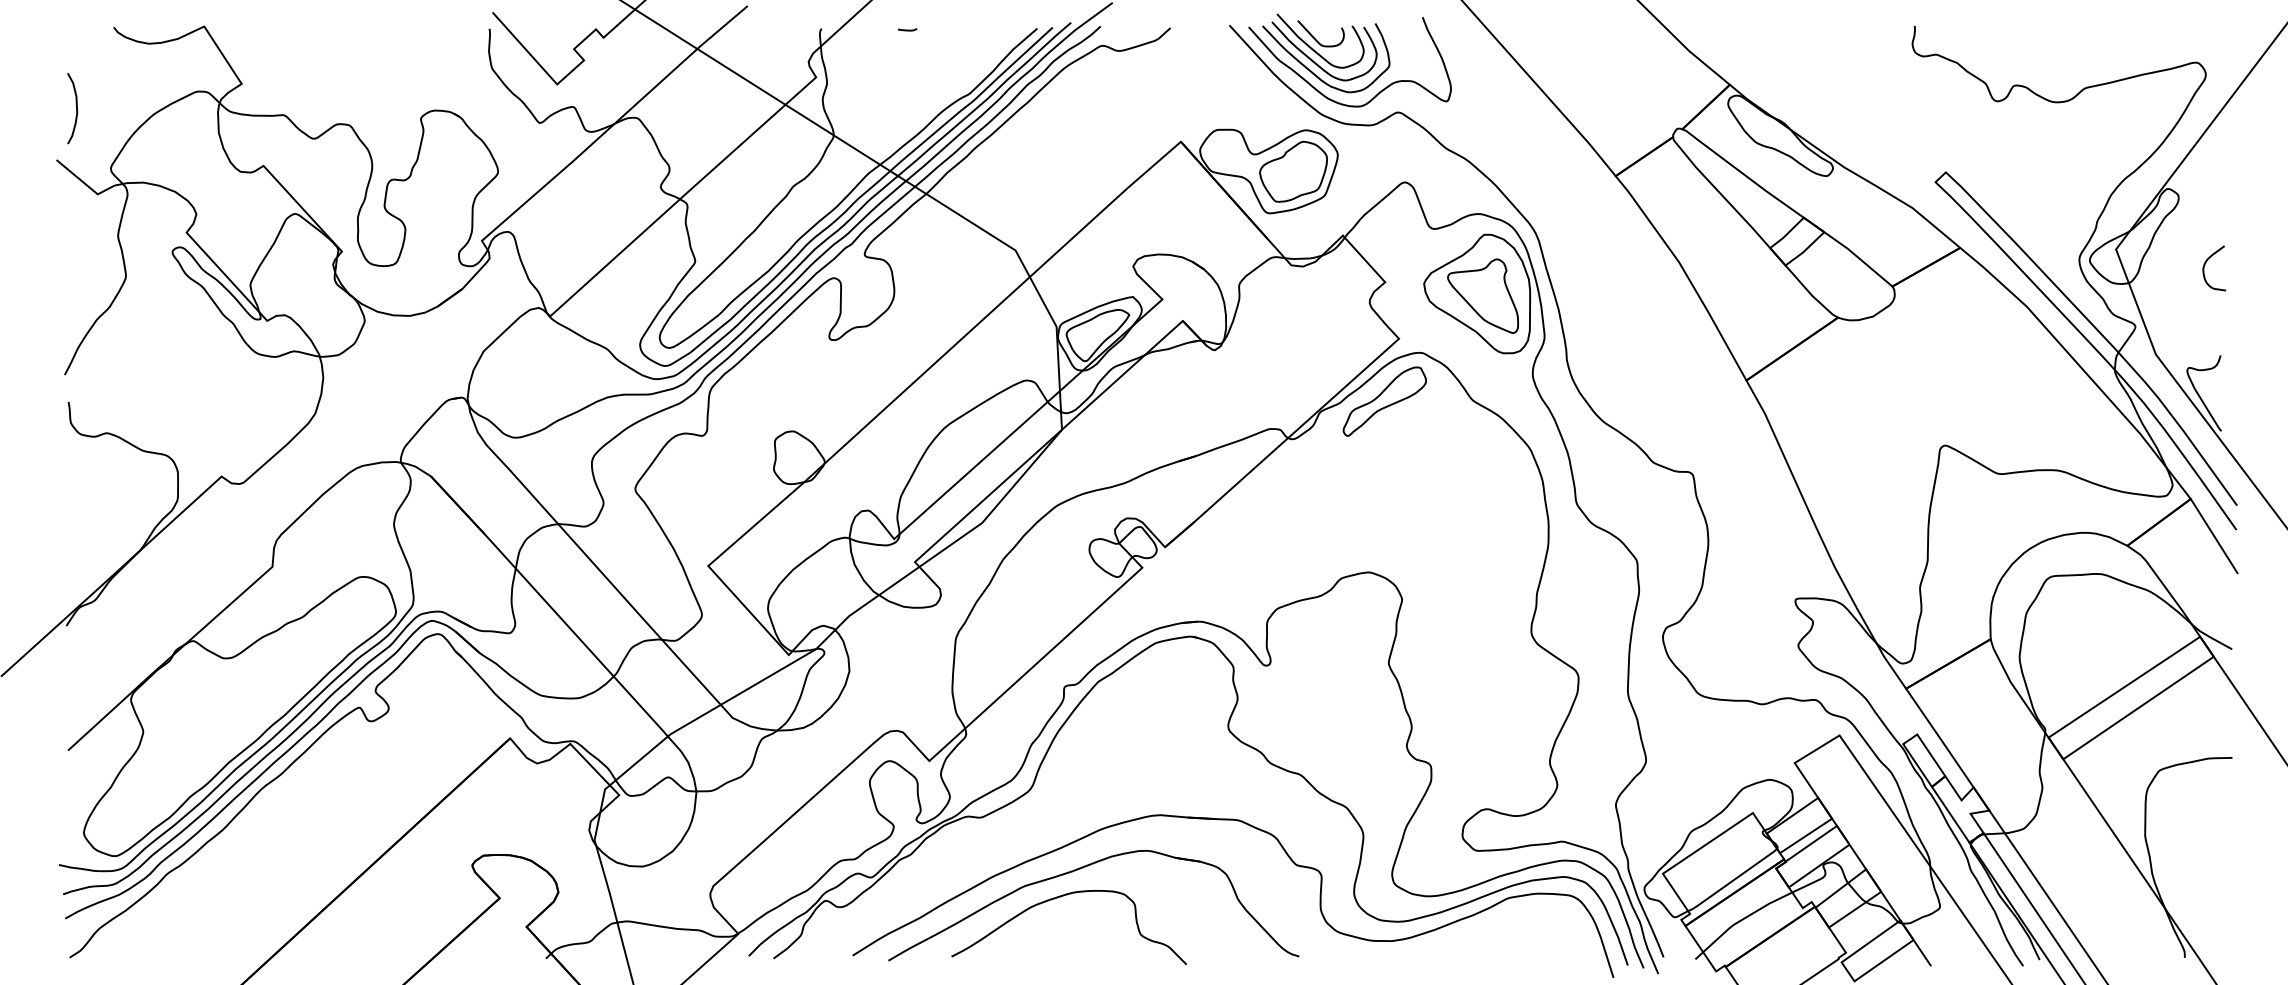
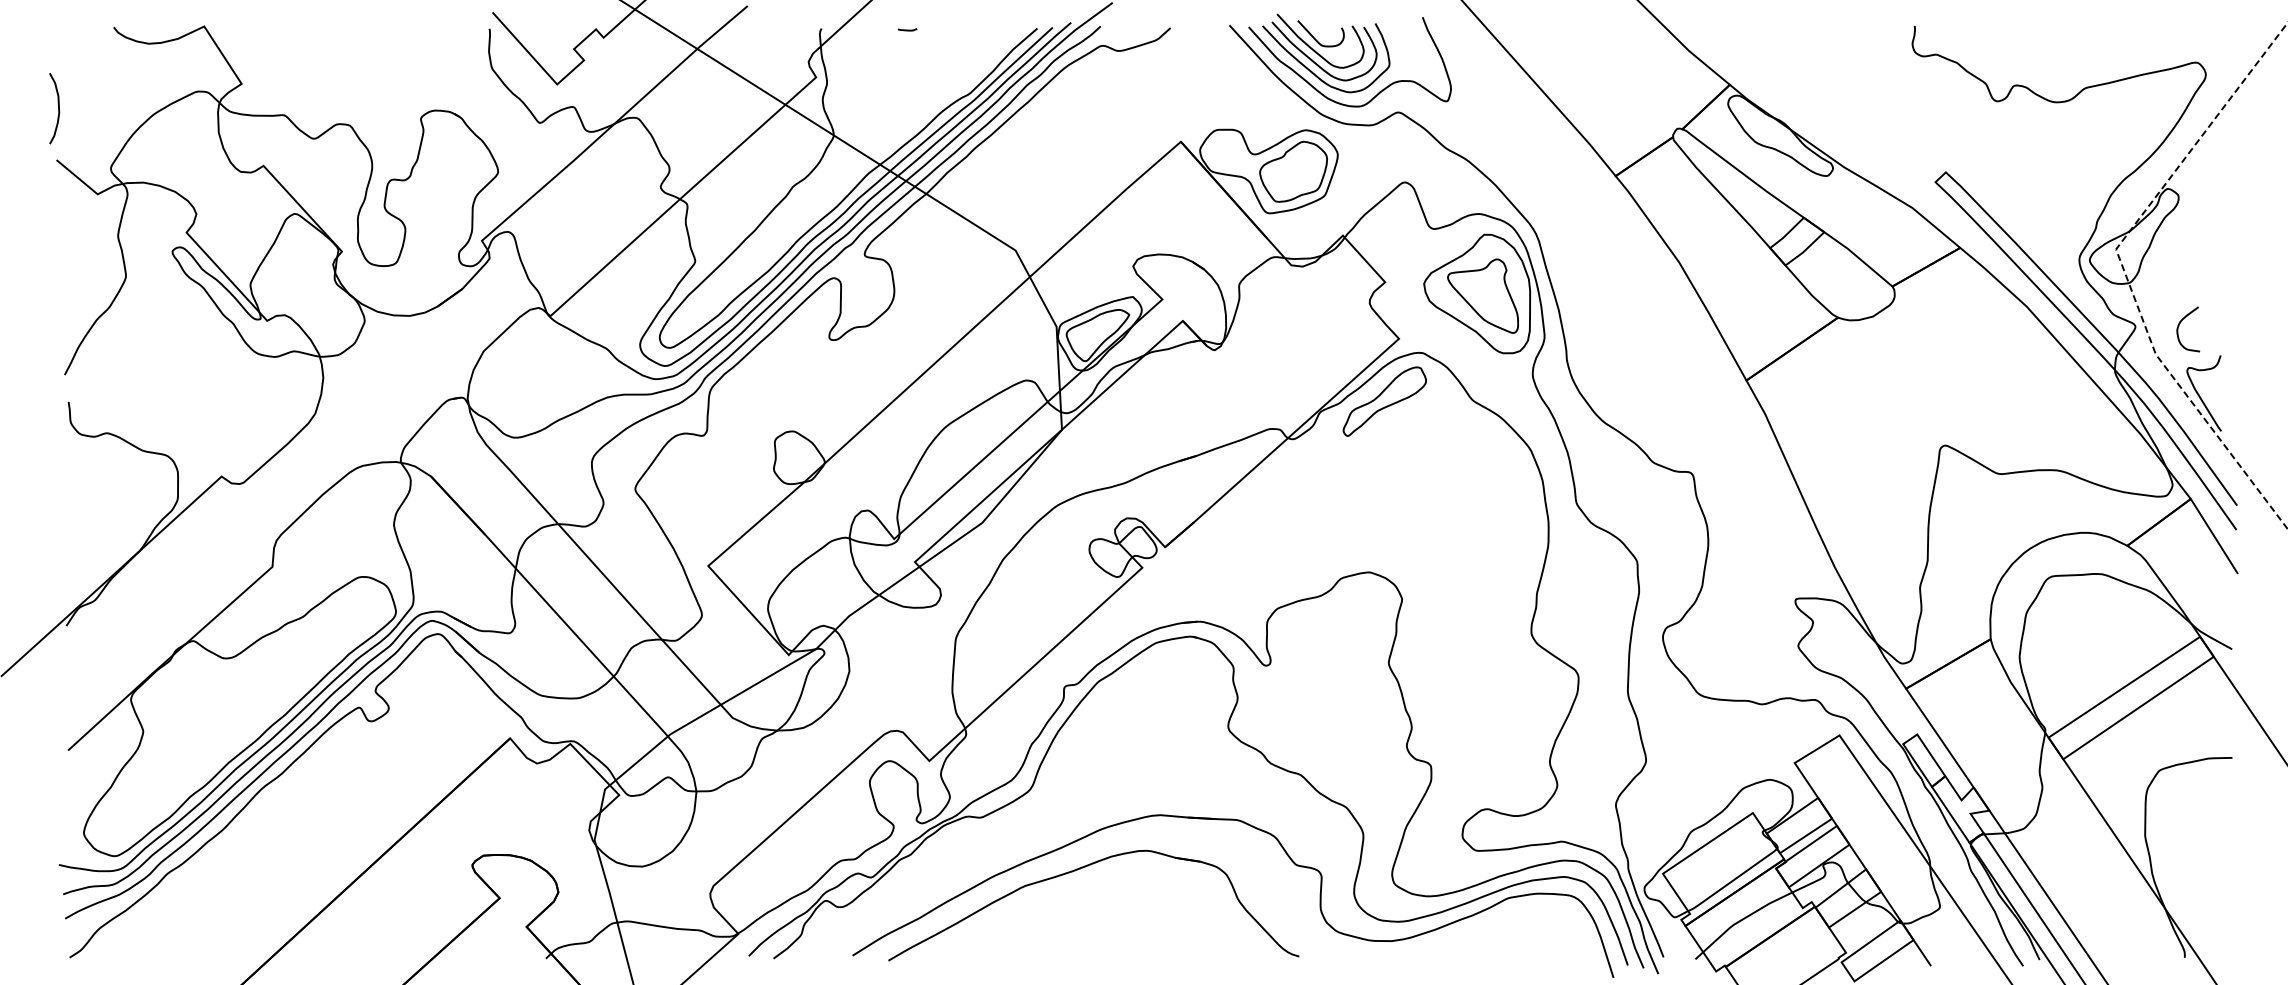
curve at (76, 108) position: (76, 108) -> (58, 108)
curve at (2205, 265) position: (2205, 265) -> (2179, 326)
line at (2124, 270): solid -> dashed
curve at (1057, 898): present -> none
